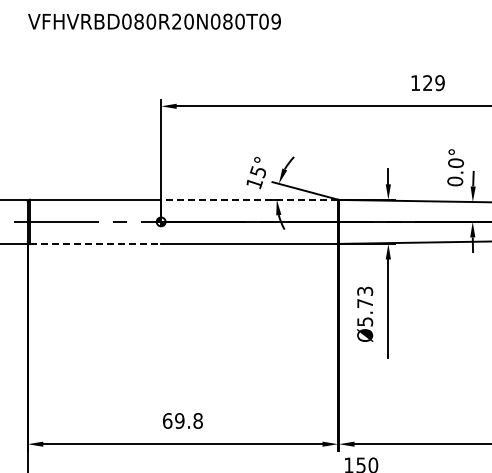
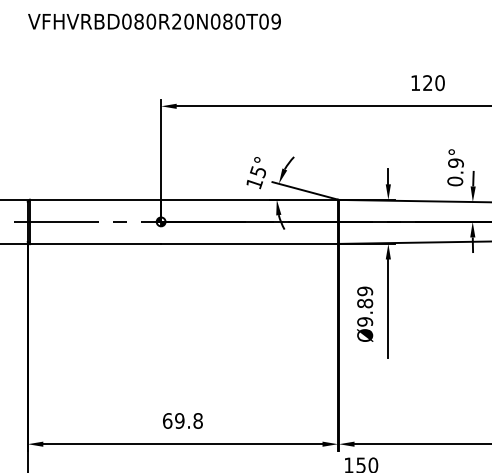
text at (439, 83): 129 -> 120
text at (455, 162): 0.0° -> 0.9°
line at (249, 199): dashed -> solid
line at (95, 244): dashed -> solid
text at (365, 306): Ø5.73 -> Ø9.89
